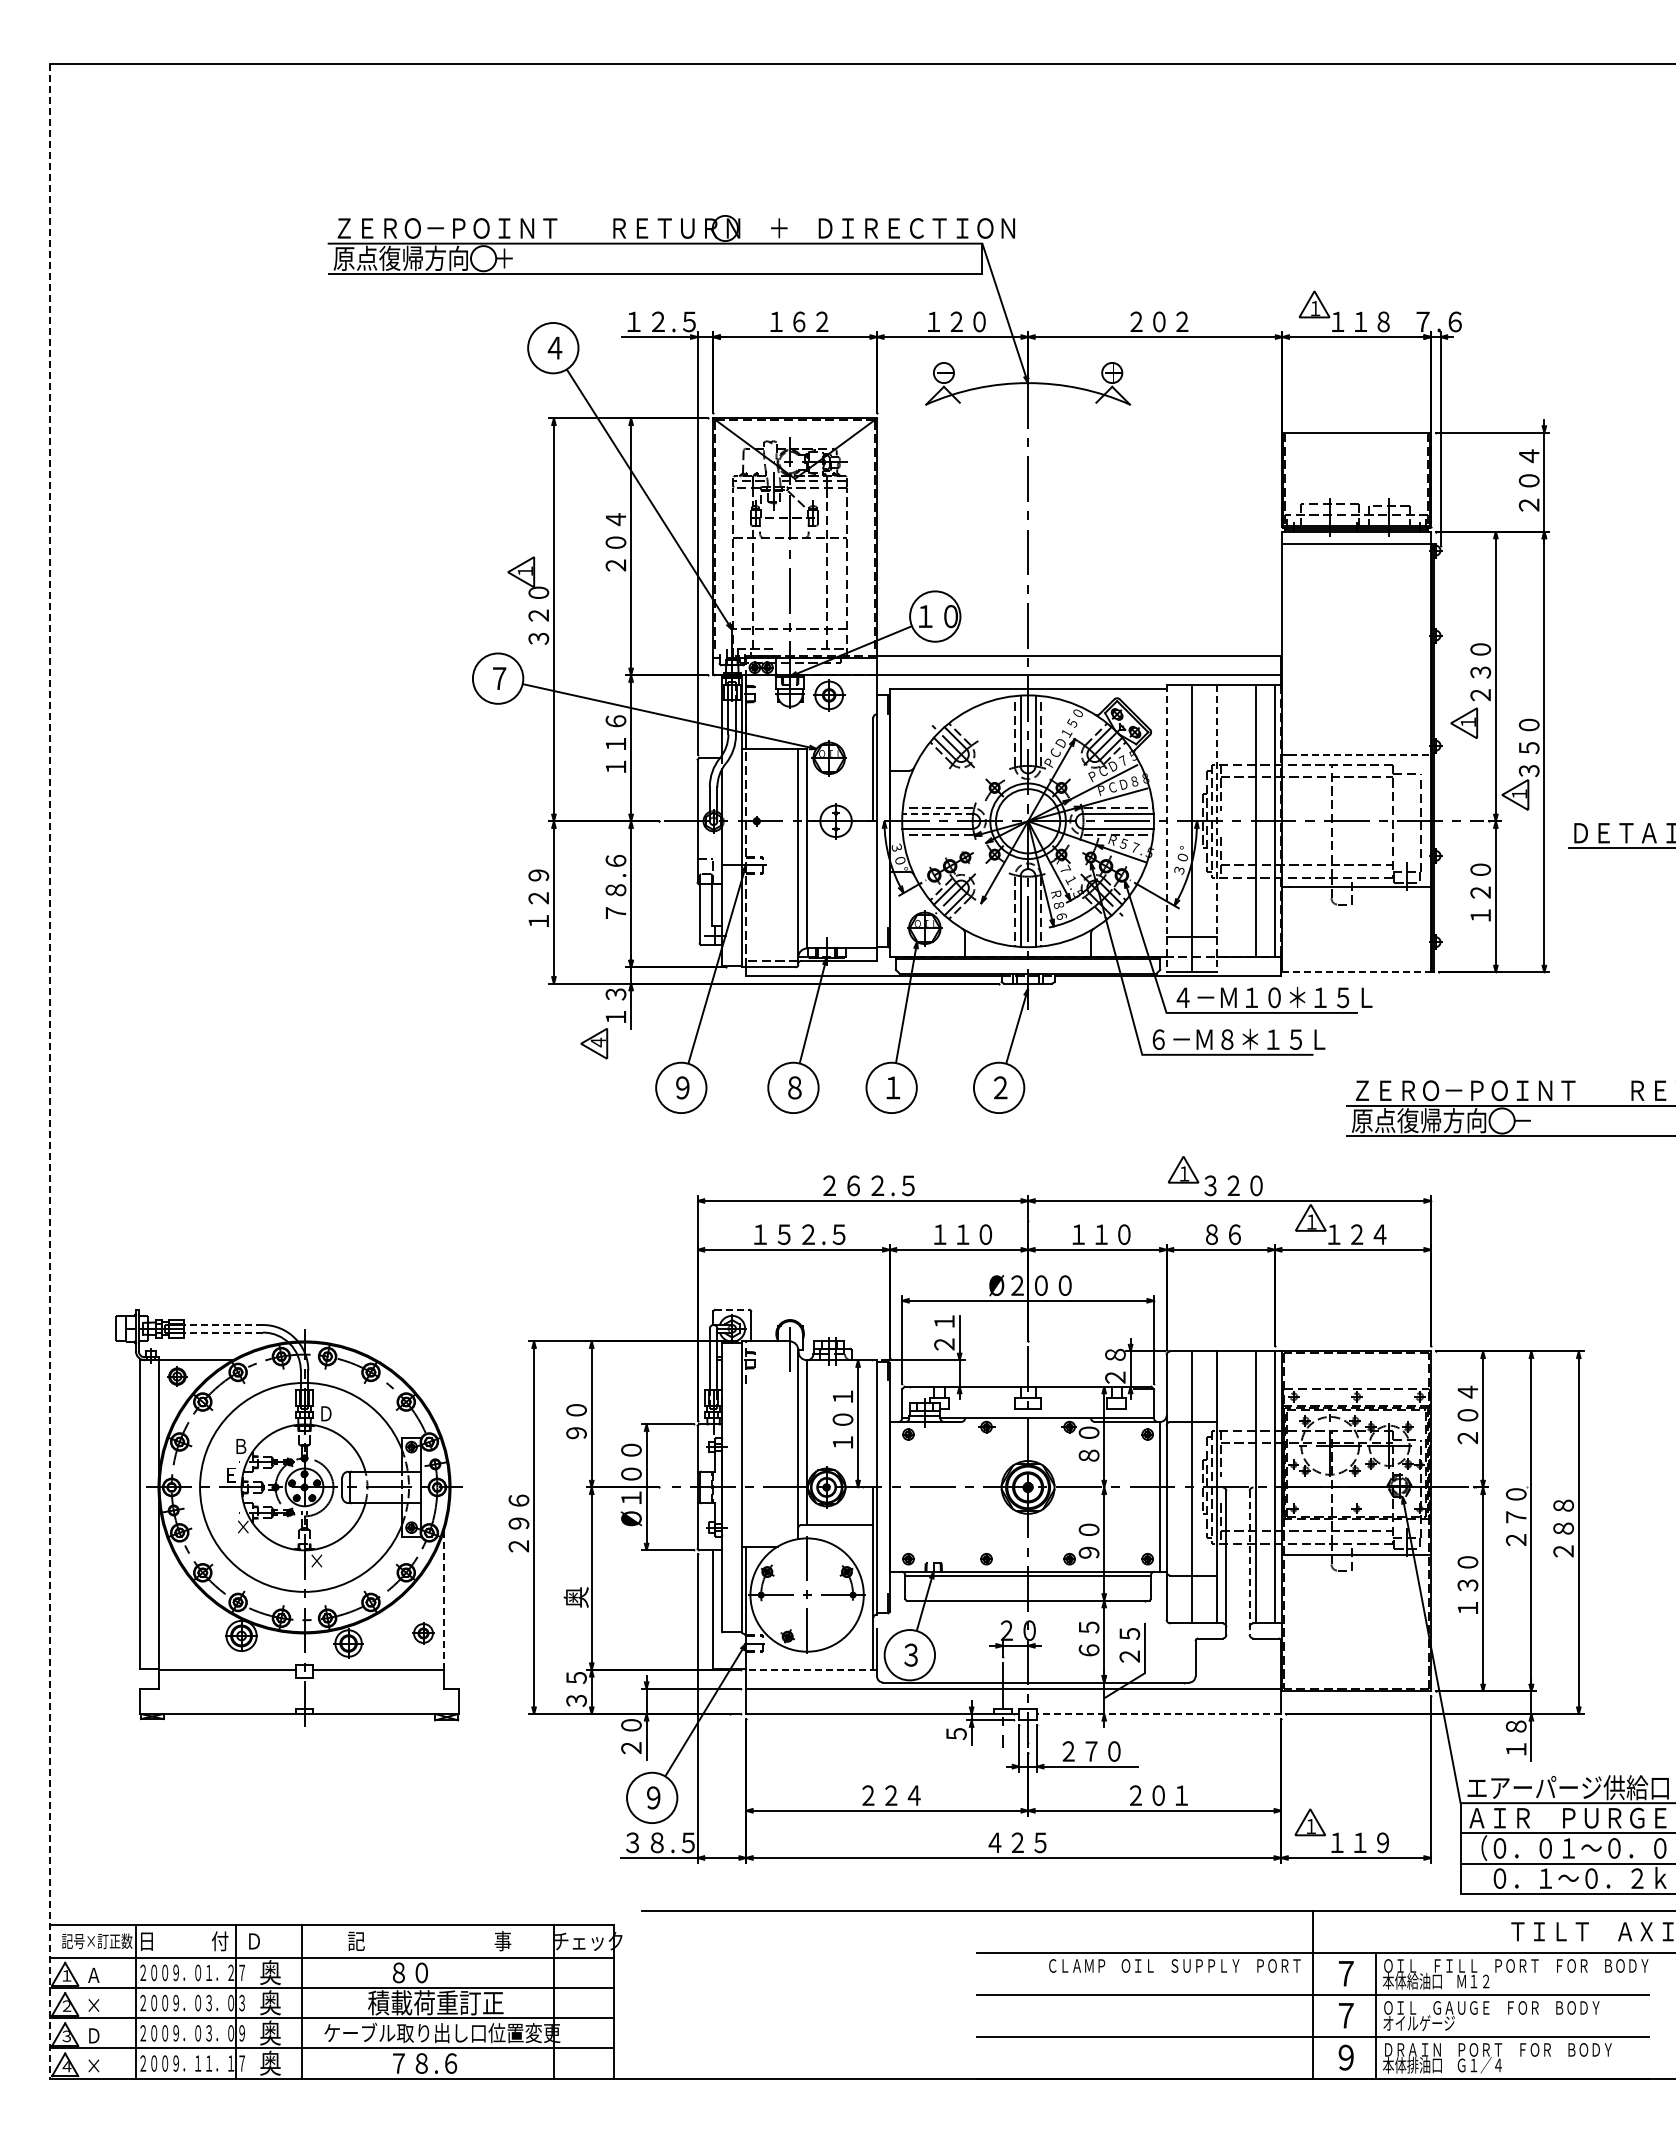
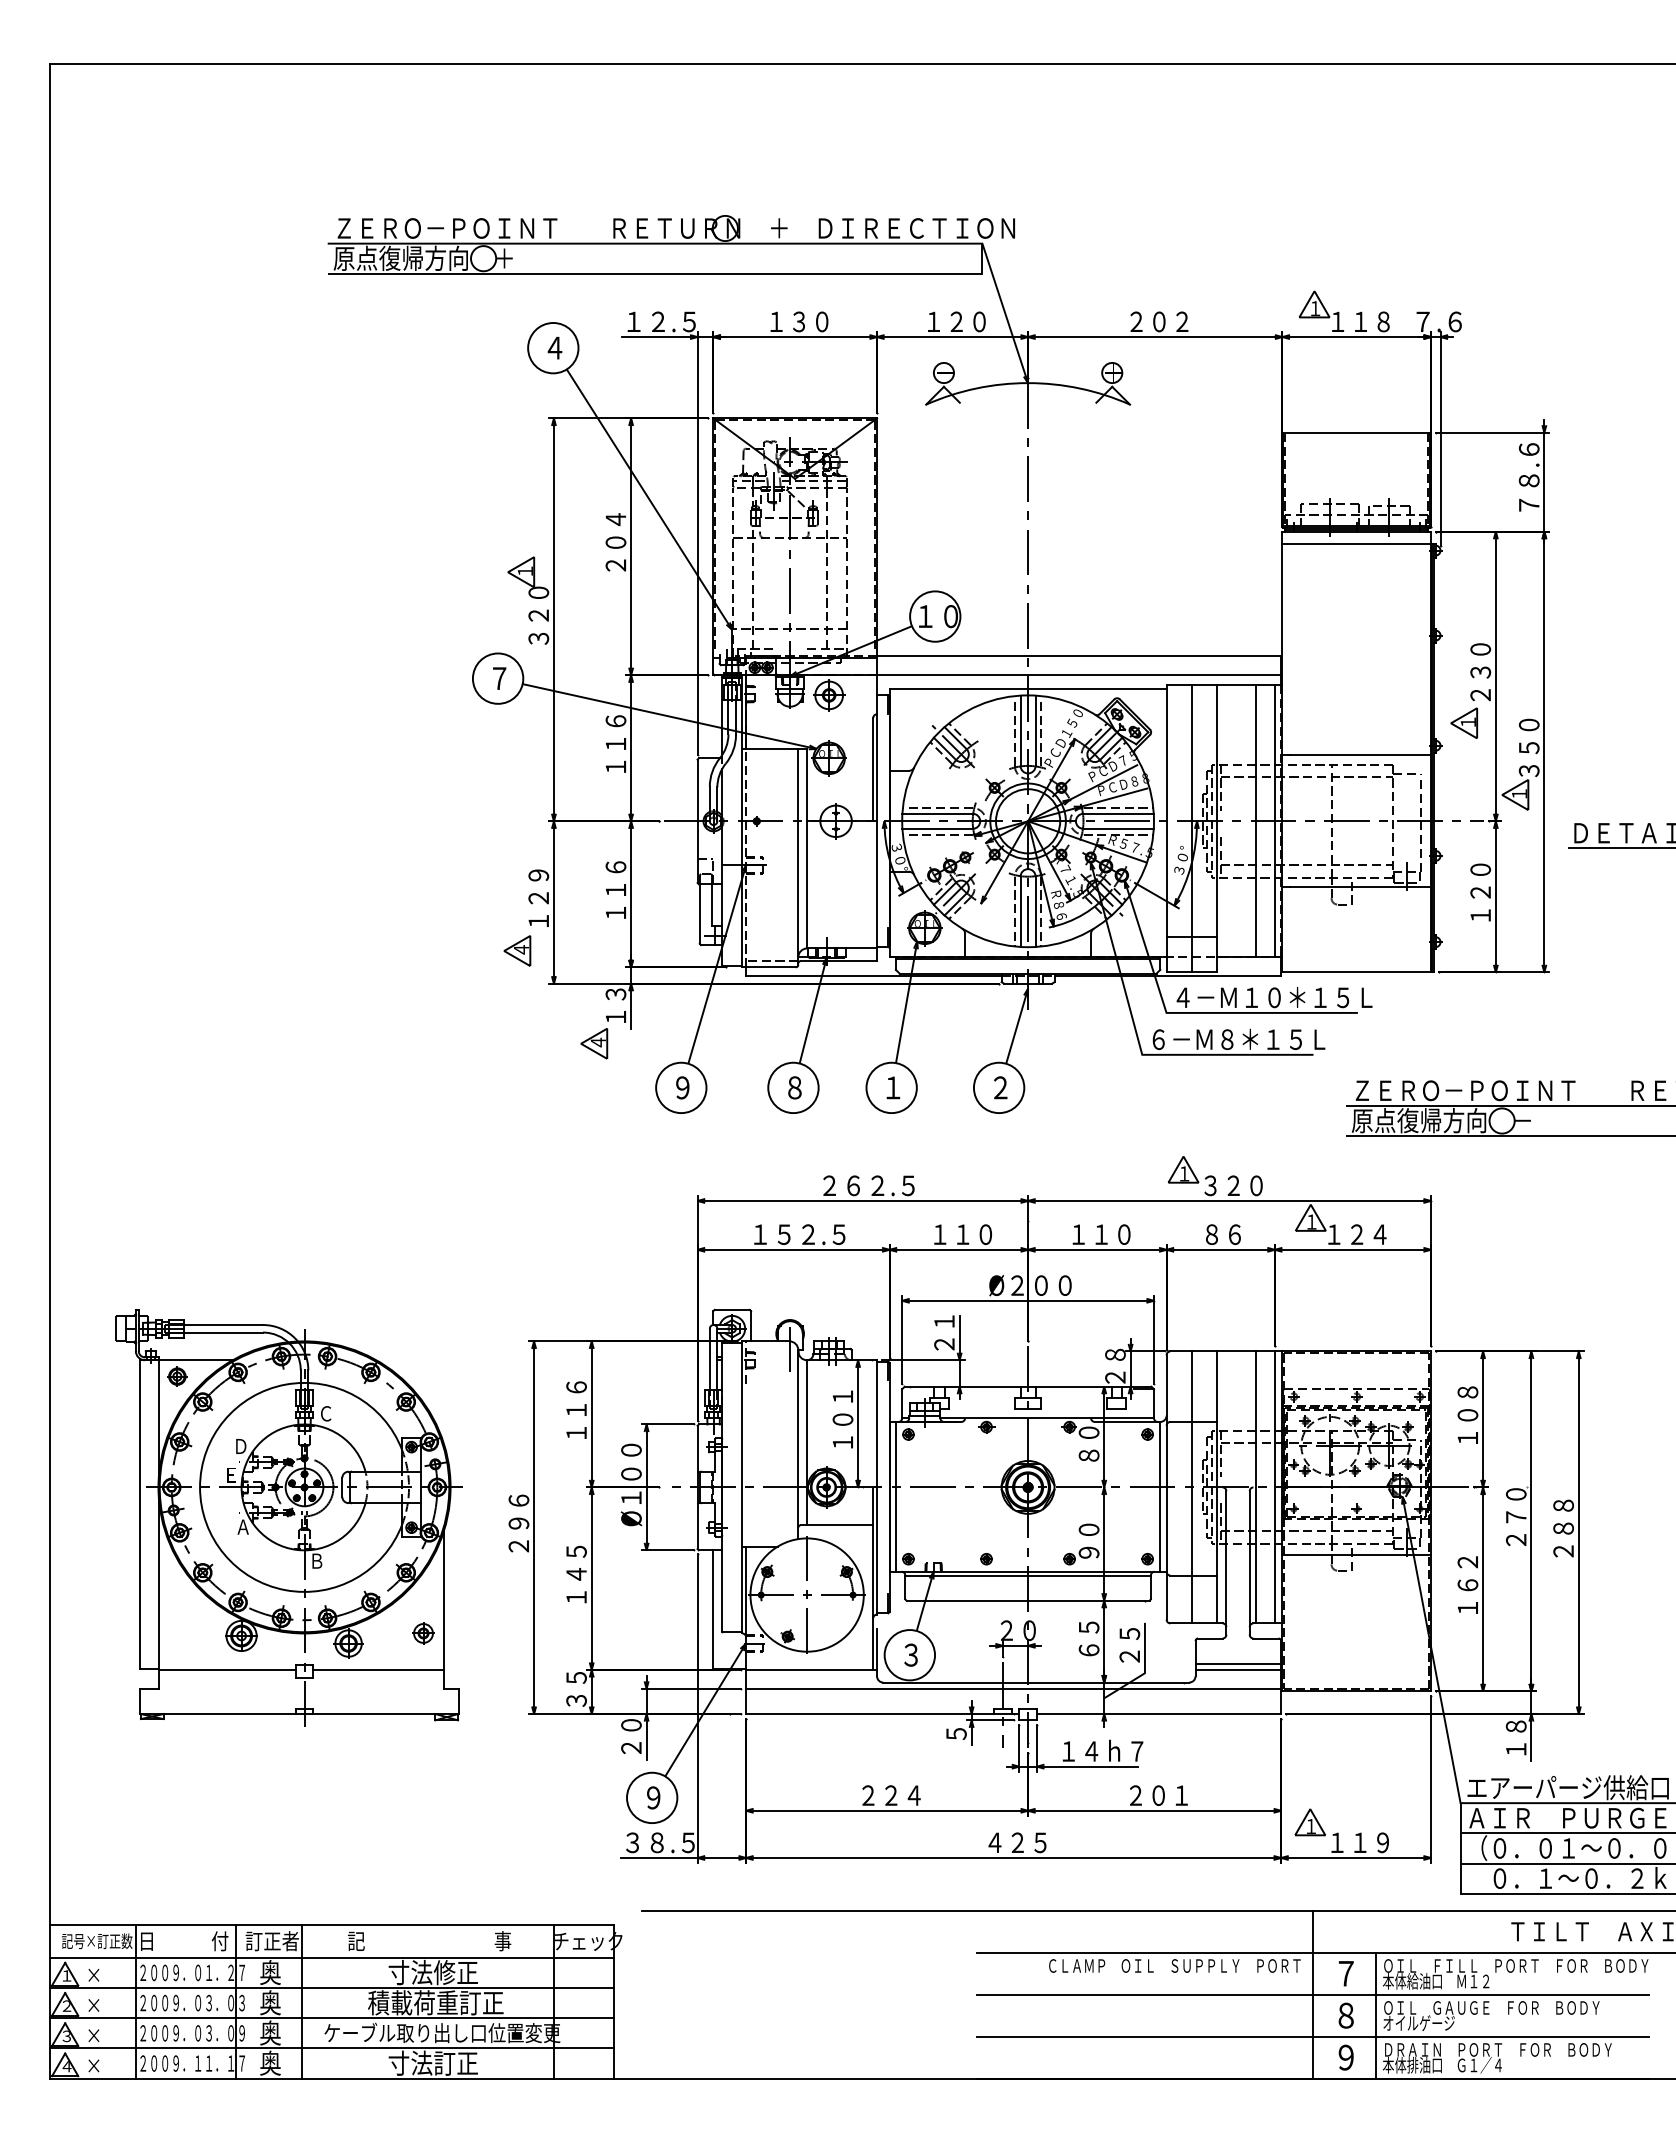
text at (810, 321): １６２ -> １３０
text at (1528, 477): ２０４ -> ７８.６
line at (1360, 755): dashed -> solid
line at (937, 813): dashed -> solid
line at (1166, 828): dashed -> solid
line at (1216, 828): dashed -> solid
text at (615, 886): ７８.６ -> １１６
part at (517, 950): none -> present
line at (1357, 972): dashed -> solid
line at (50, 1071): dashed -> solid
line at (732, 1309): dashed -> solid
line at (223, 1325): dashed -> solid
line at (223, 1332): dashed -> solid
text at (576, 1410): ９０ -> １１６
text at (326, 1413): Ｄ -> Ｃ
text at (1467, 1414): ２０４ -> １０８
text at (241, 1446): Ｂ -> Ｄ
line at (895, 1496): none -> present
text at (242, 1526): × -> Ａ
text at (316, 1560): × -> Ｂ
line at (1249, 1562): dashed -> solid
text at (1467, 1573): １３０ -> １６２
text at (575, 1576): 奥 -> １４５
line at (444, 1599): dashed -> solid
line at (1238, 1663): none -> present
line at (811, 1669): dashed -> solid
line at (1238, 1669): none -> present
line at (1158, 1714): dashed -> solid
text at (1102, 1750): ２７０ -> １４ｈ７
text at (271, 1941): Ｄ -> 訂正者
text at (432, 1972): ８０ -> 寸法修正
text at (93, 1974): Ａ -> ×
text at (1345, 2015): ７ -> ８
text at (93, 2035): Ｄ -> ×
text at (432, 2062): ７８.６ -> 寸法訂正
